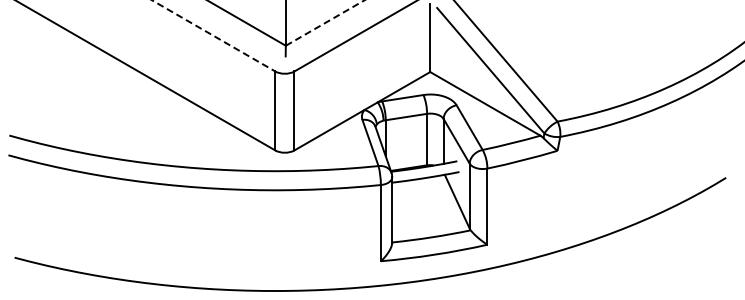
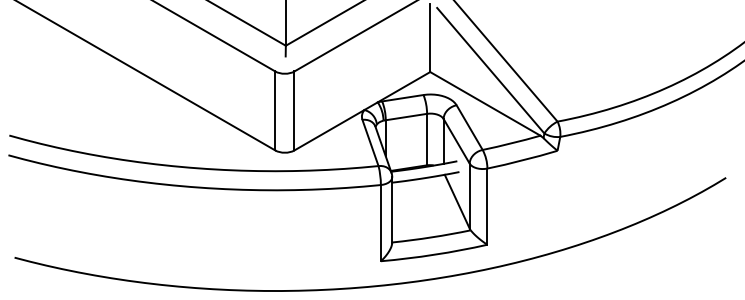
line at (325, 22): dashed -> solid
line at (213, 36): dashed -> solid
